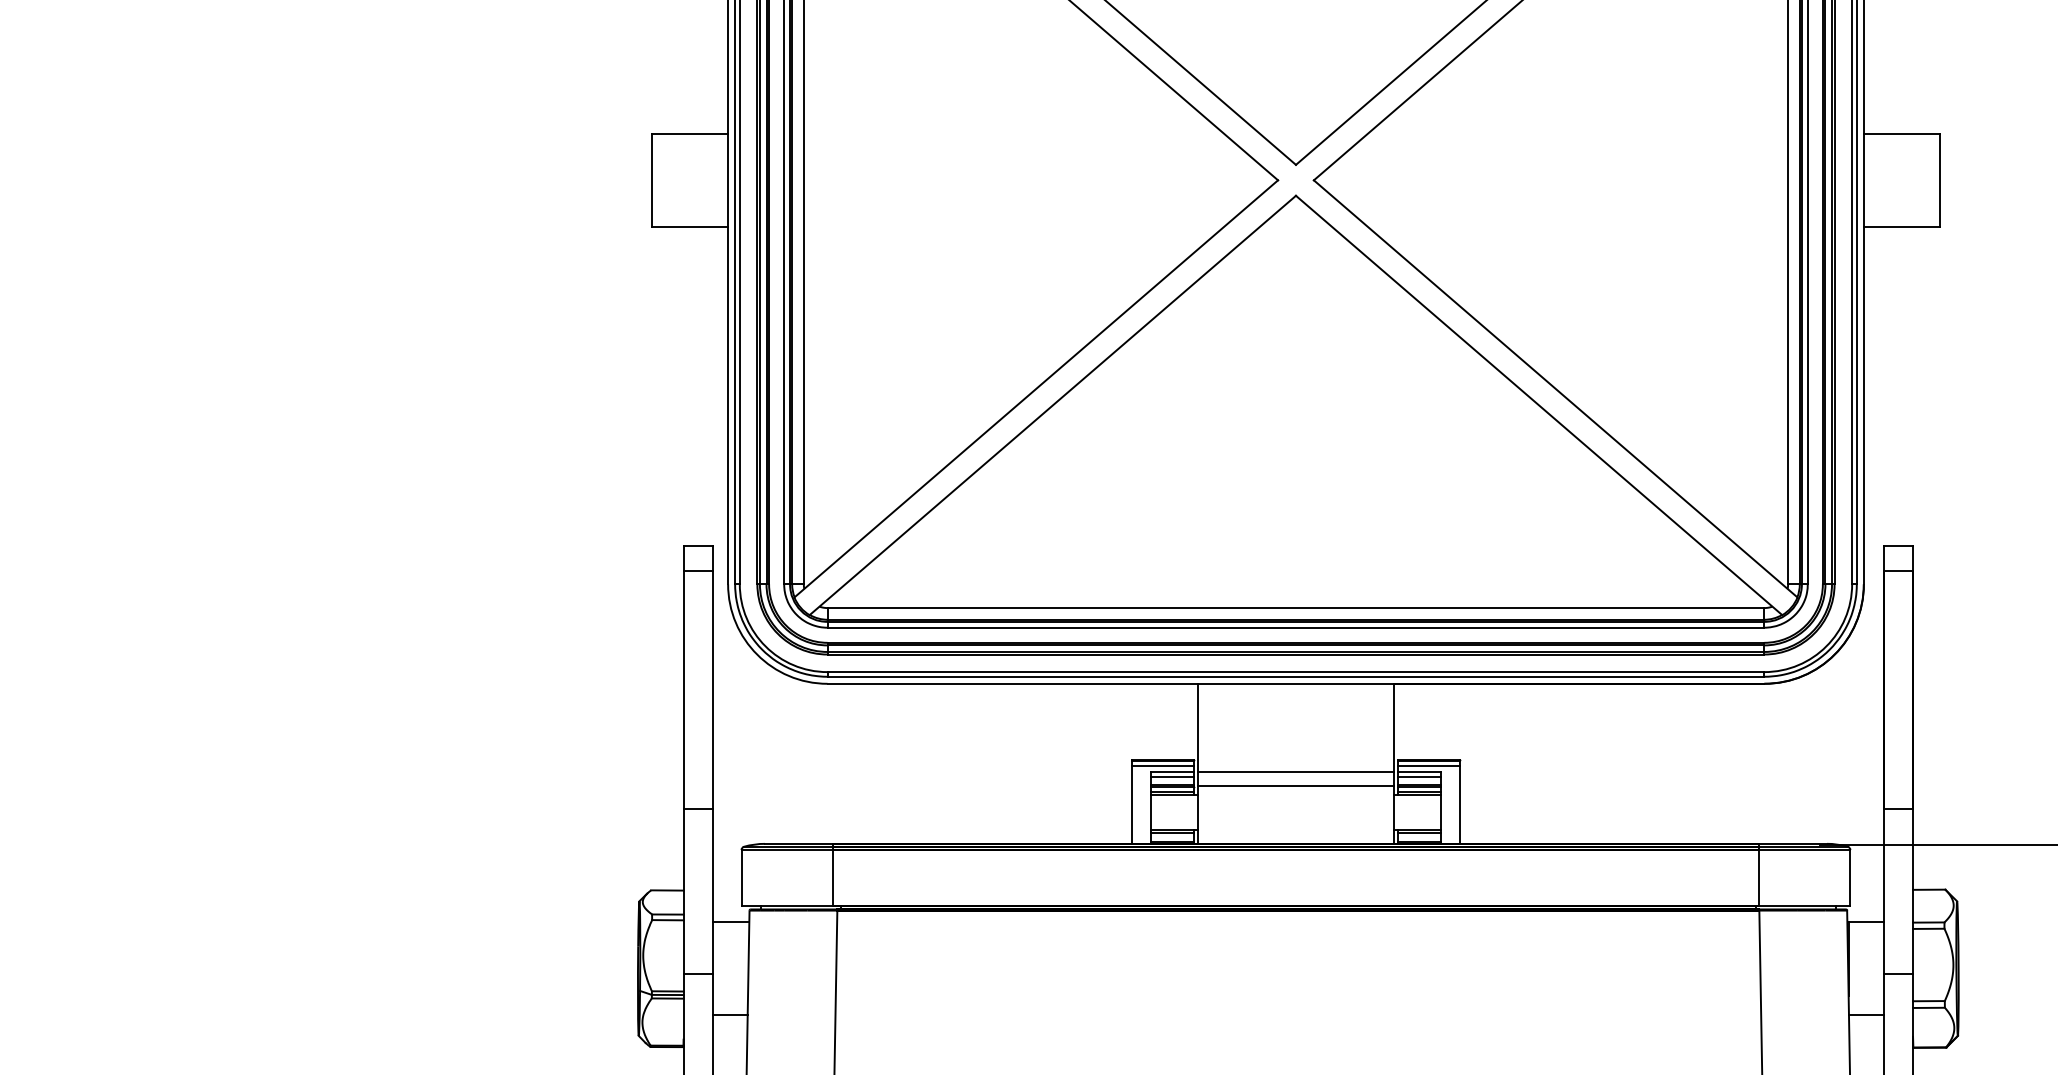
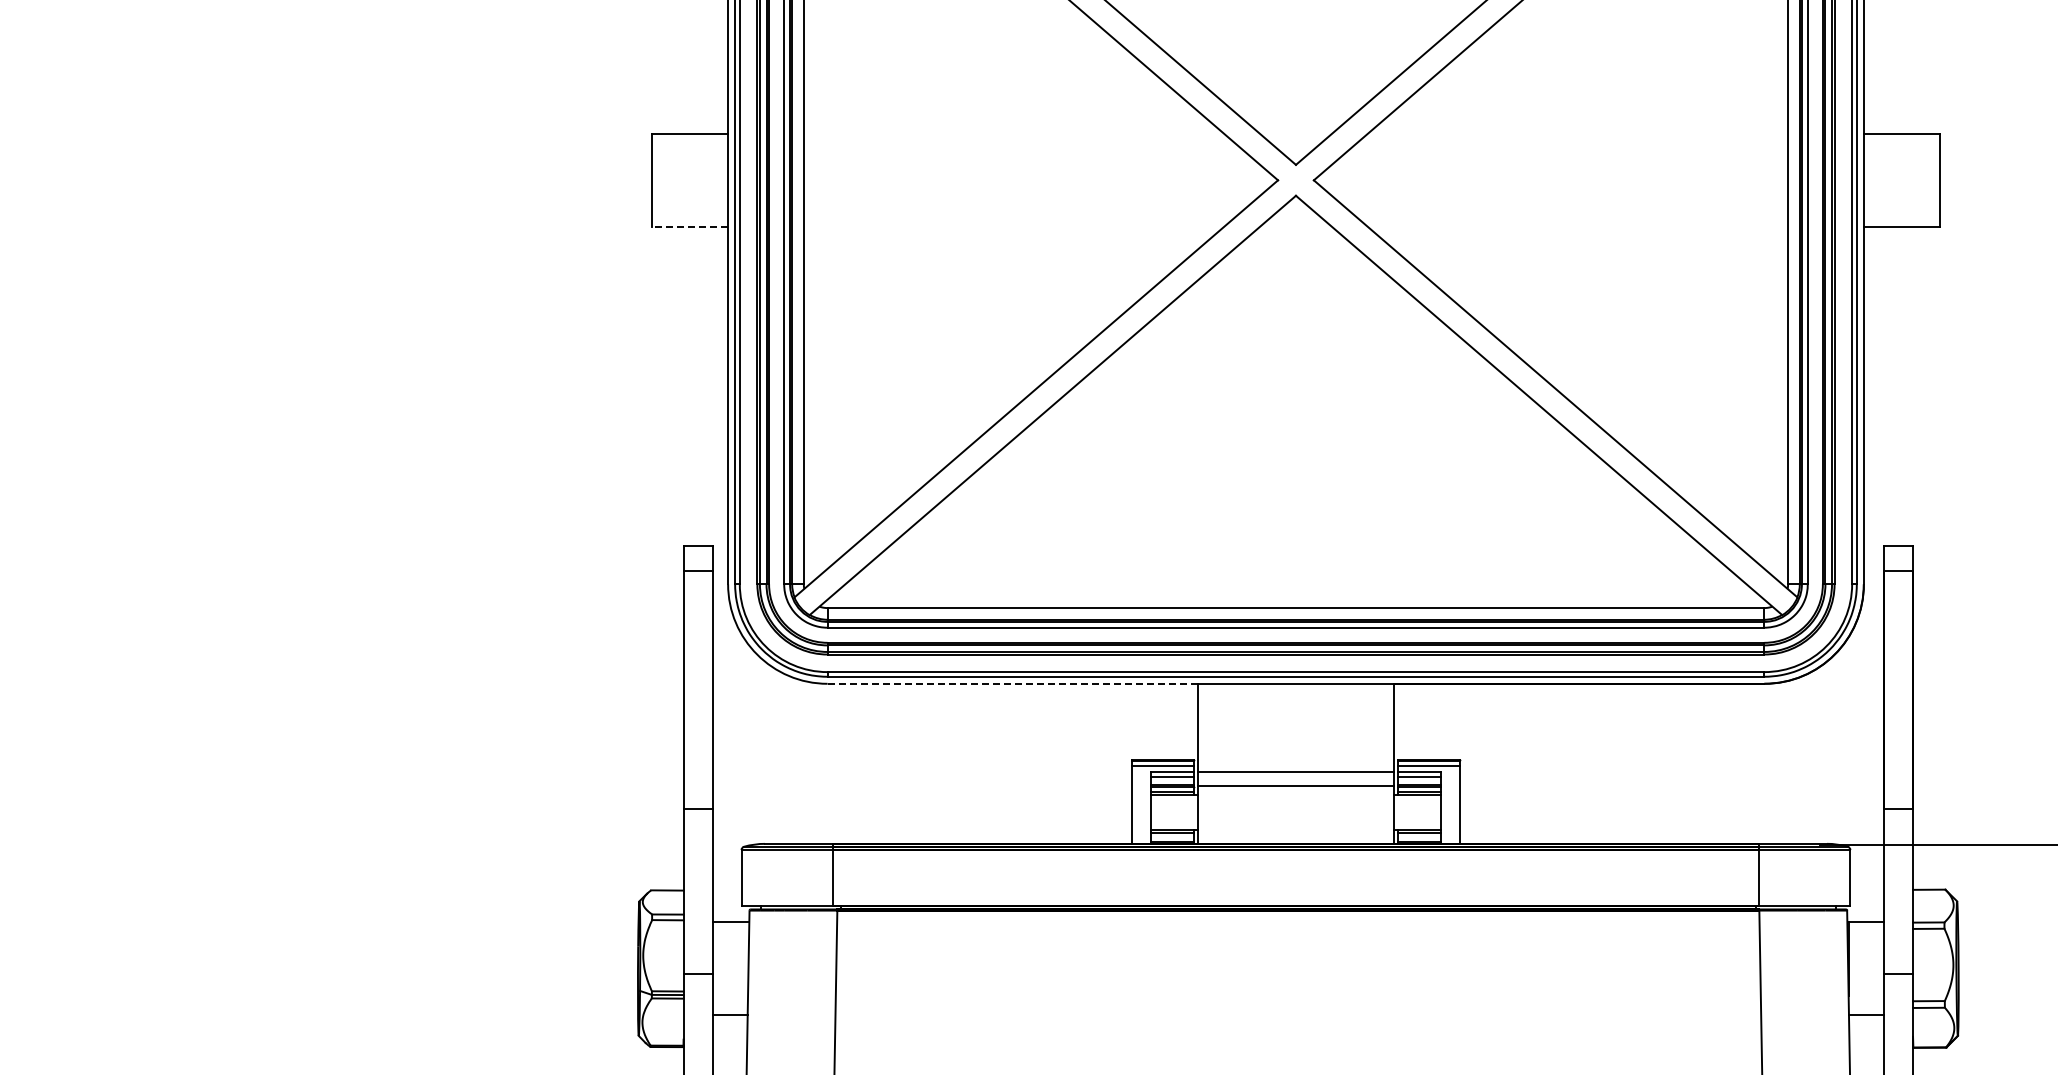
line at (689, 227): solid -> dashed
line at (1012, 683): solid -> dashed
